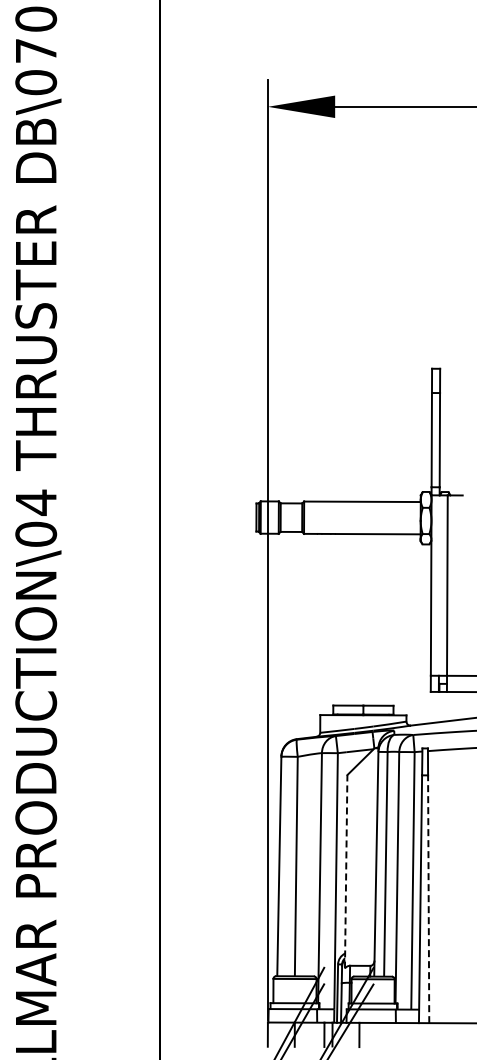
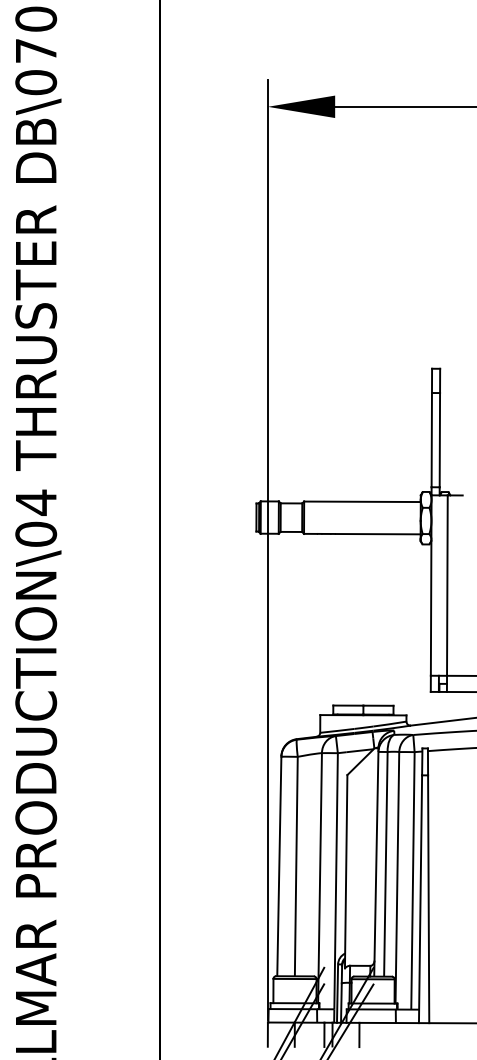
line at (346, 871): dashed -> solid
line at (428, 899): dashed -> solid
